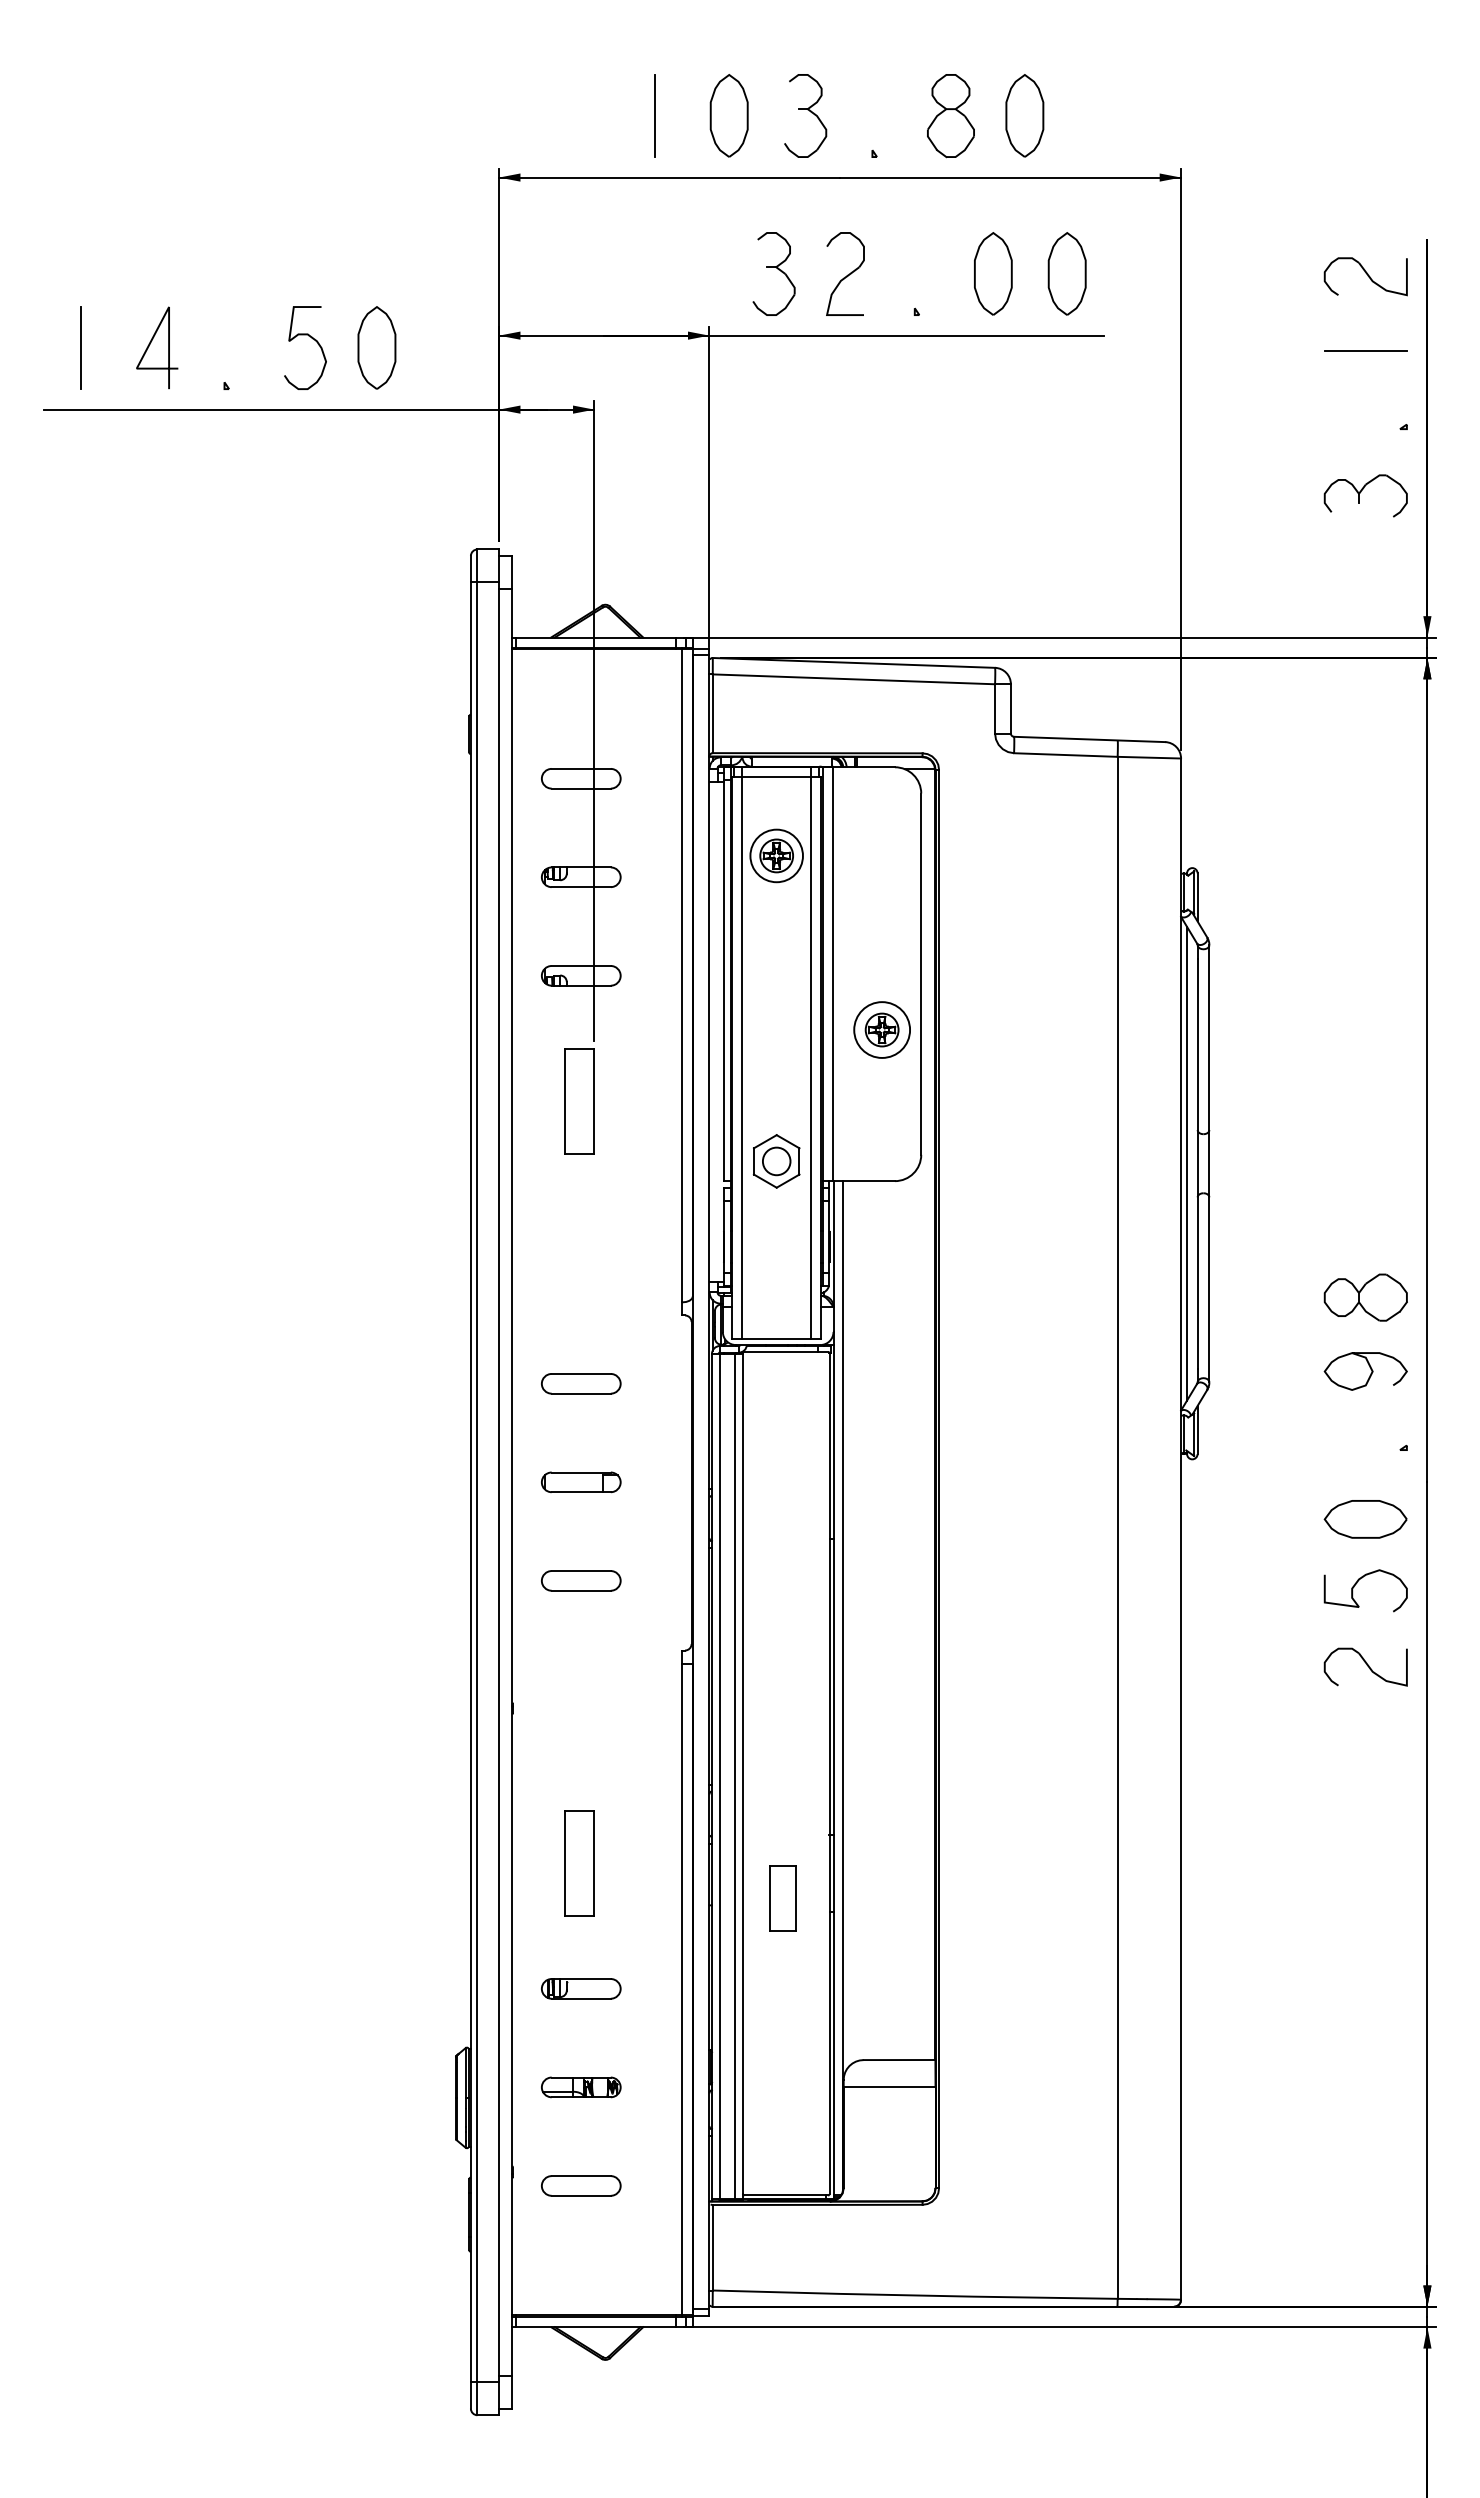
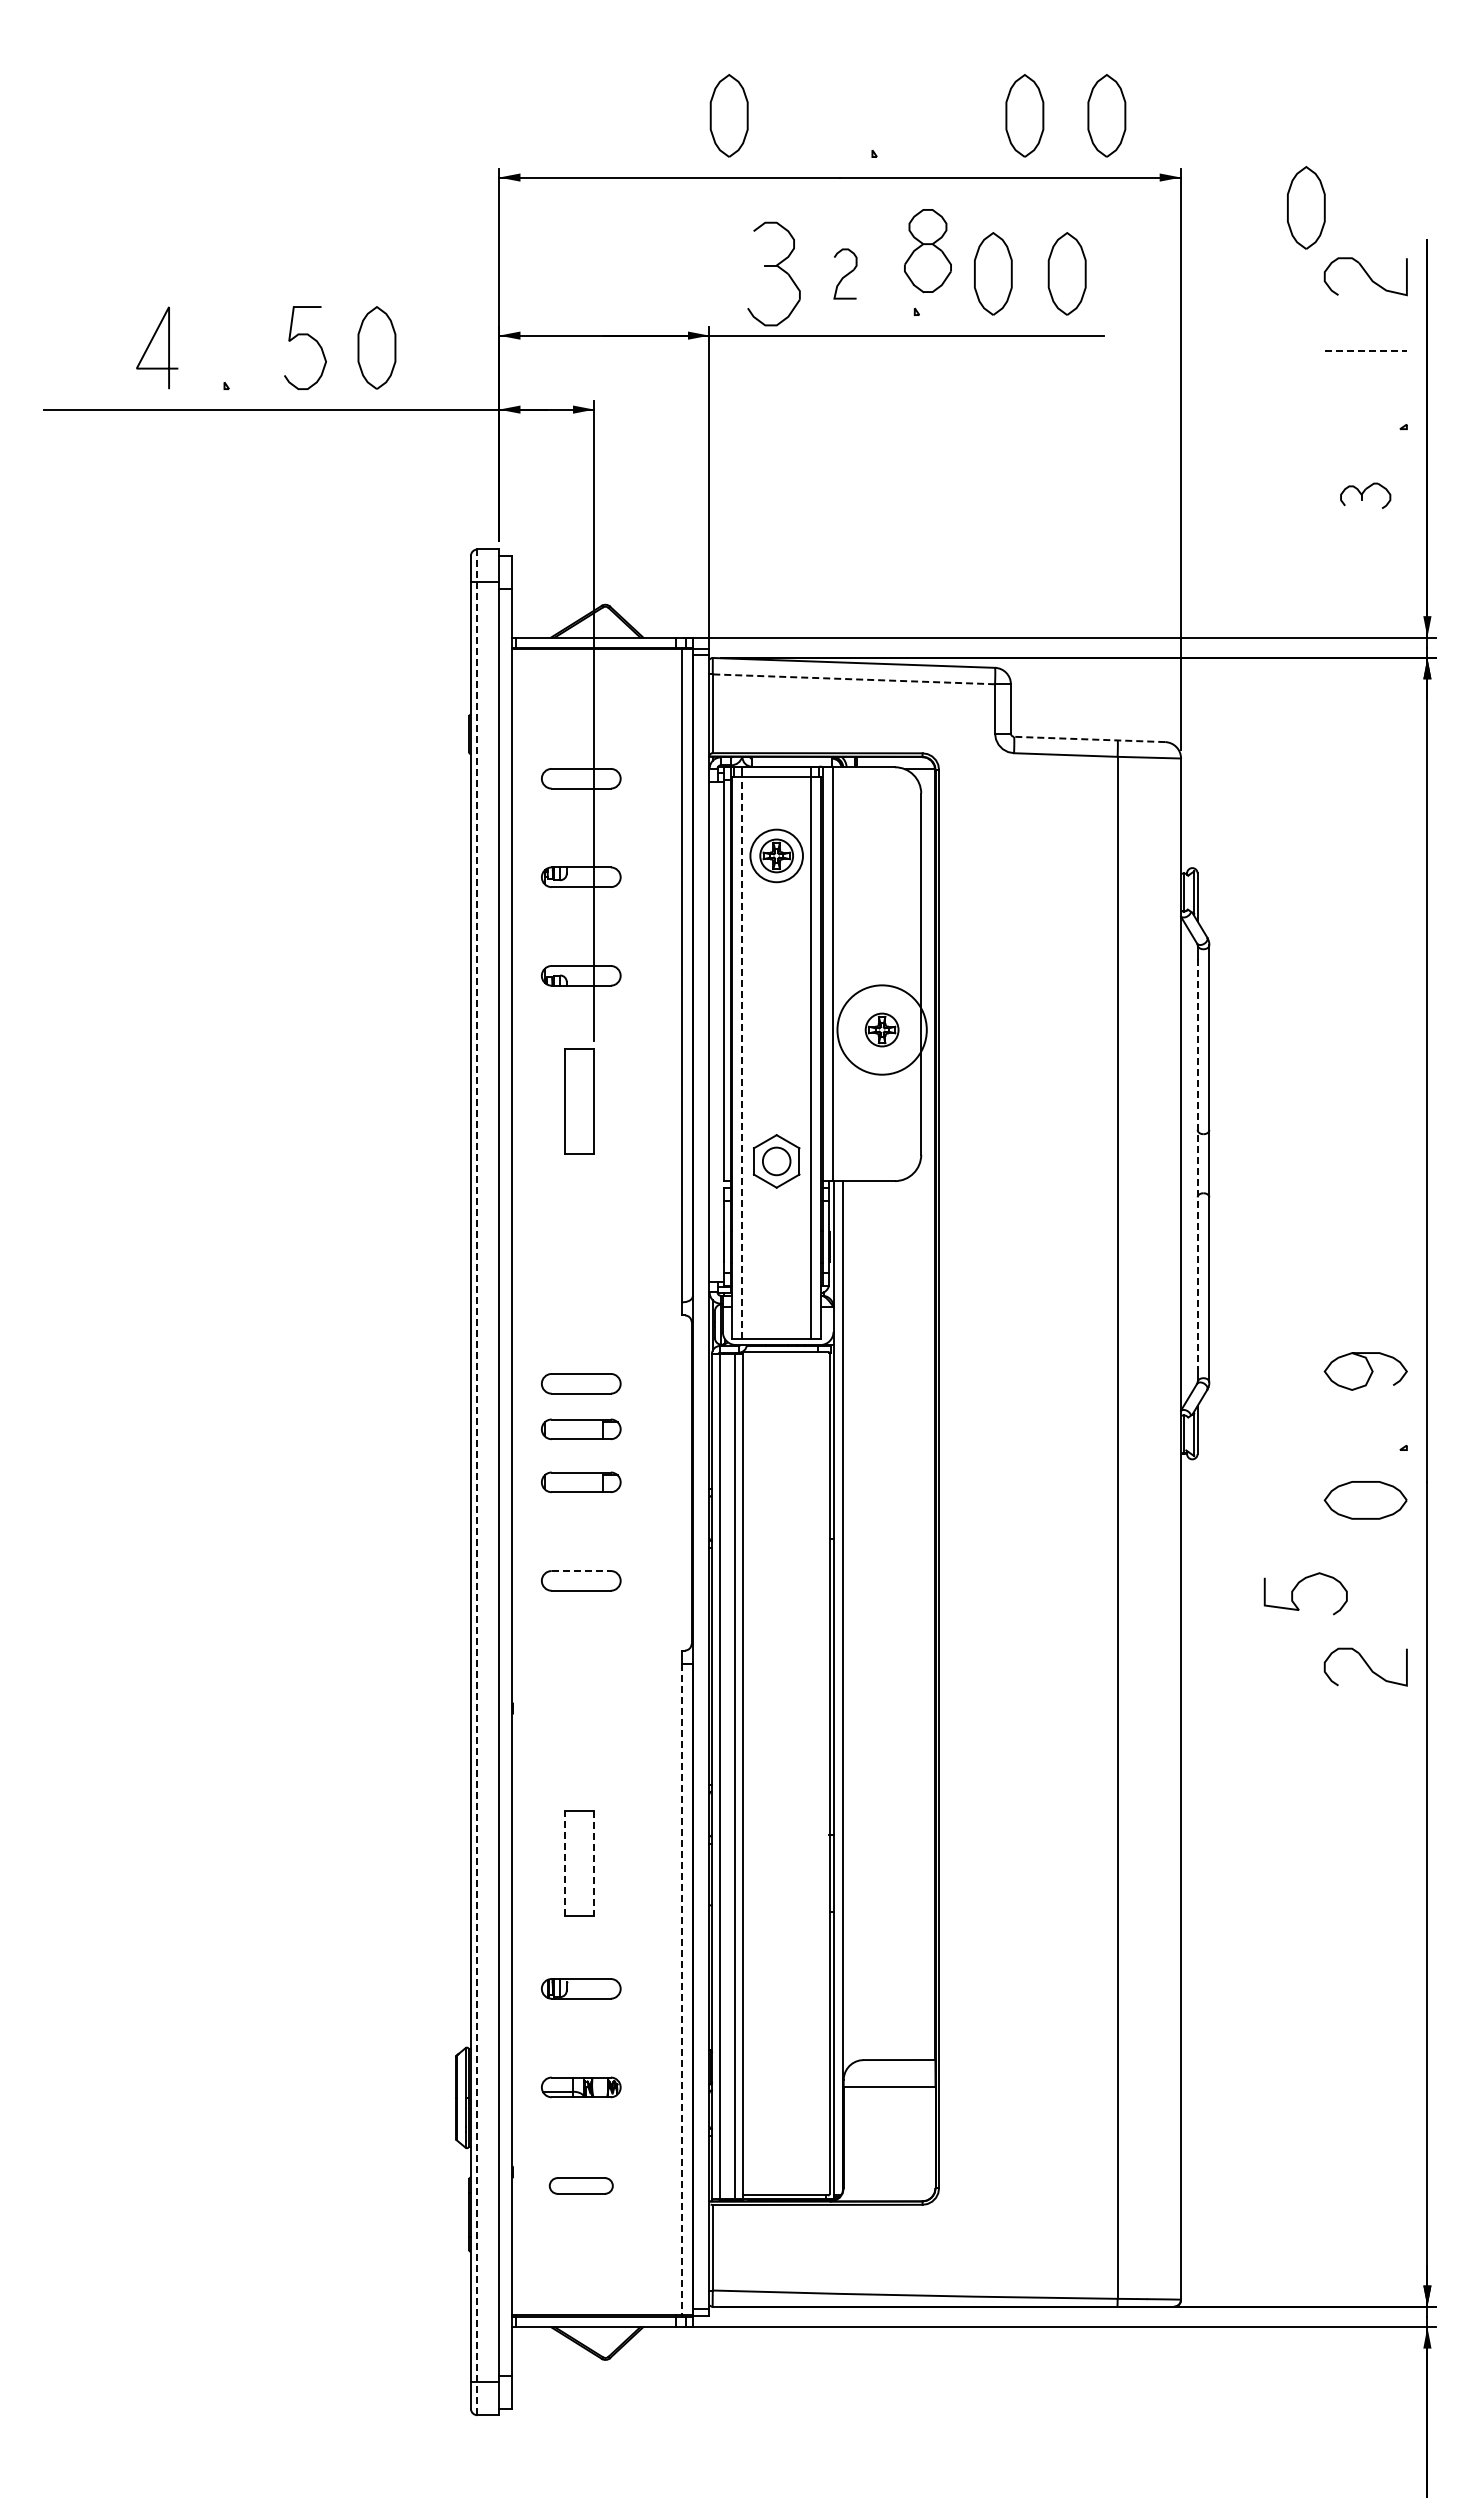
line at (655, 115): present -> none
part at (805, 115): present -> none
part at (1106, 115): none -> present
part at (950, 116) position: (950, 116) -> (927, 251)
part at (1306, 207): none -> present
part at (773, 273) size: 44x84 px -> 54x106 px
part at (845, 273) size: 39x84 px -> 25x52 px
line at (81, 348): present -> none
line at (1366, 350): solid -> dashed
part at (1365, 495) size: 85x44 px -> 52x27 px
line at (853, 679): solid -> dashed
line at (1089, 739): solid -> dashed
circle at (882, 1029) diameter: 56 px -> 89 px
line at (742, 1057): solid -> dashed
line at (1187, 1163): present -> none
line at (1197, 1163): solid -> dashed
part at (1365, 1297): present -> none
part at (581, 1429): none -> present
line at (477, 1482): solid -> dashed
part at (1365, 1519) position: (1365, 1519) -> (1365, 1500)
line at (581, 1571): solid -> dashed
curve at (1357, 1583) position: (1357, 1583) -> (1297, 1586)
line at (564, 1863): solid -> dashed
line at (594, 1863): solid -> dashed
part at (782, 1898): present -> none
line at (682, 1989): solid -> dashed
part at (581, 2185) size: 81x22 px -> 66x18 px
